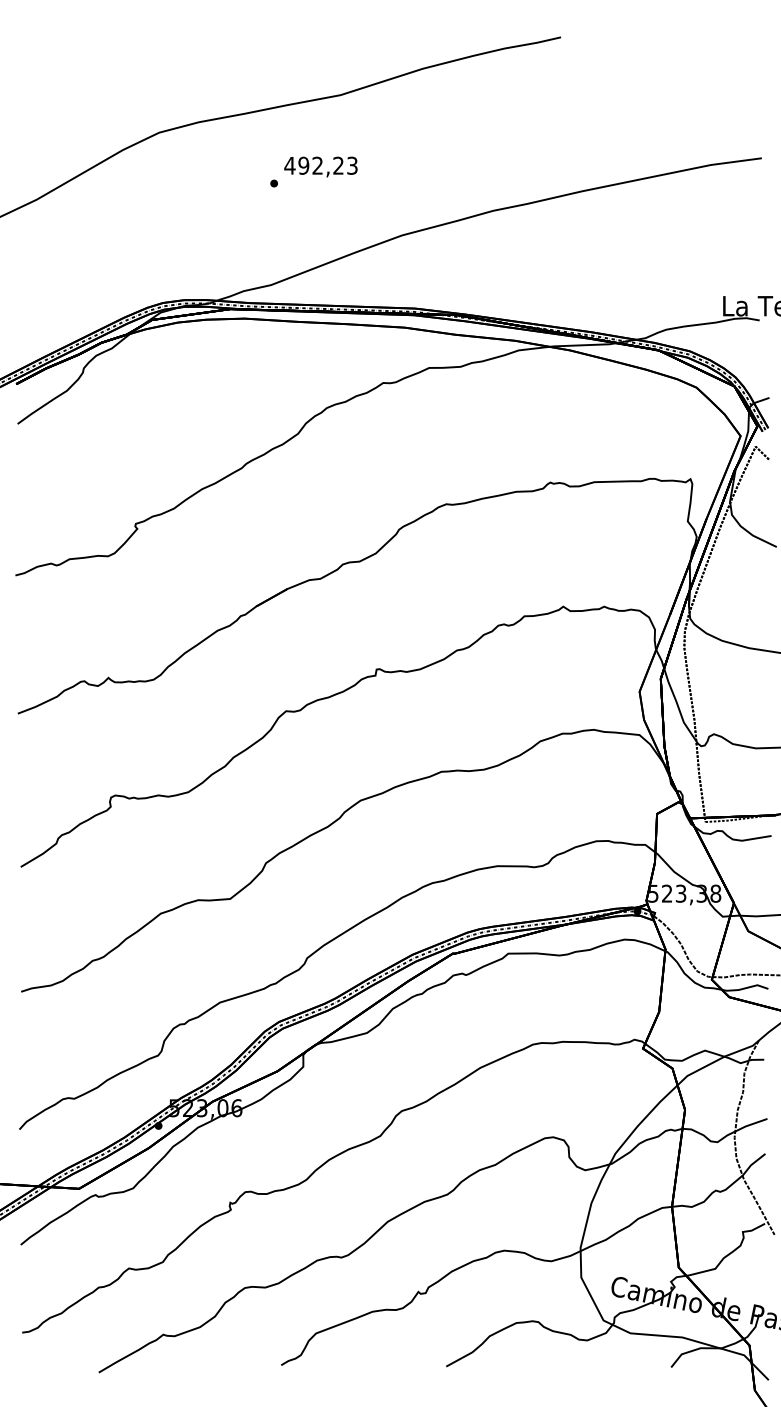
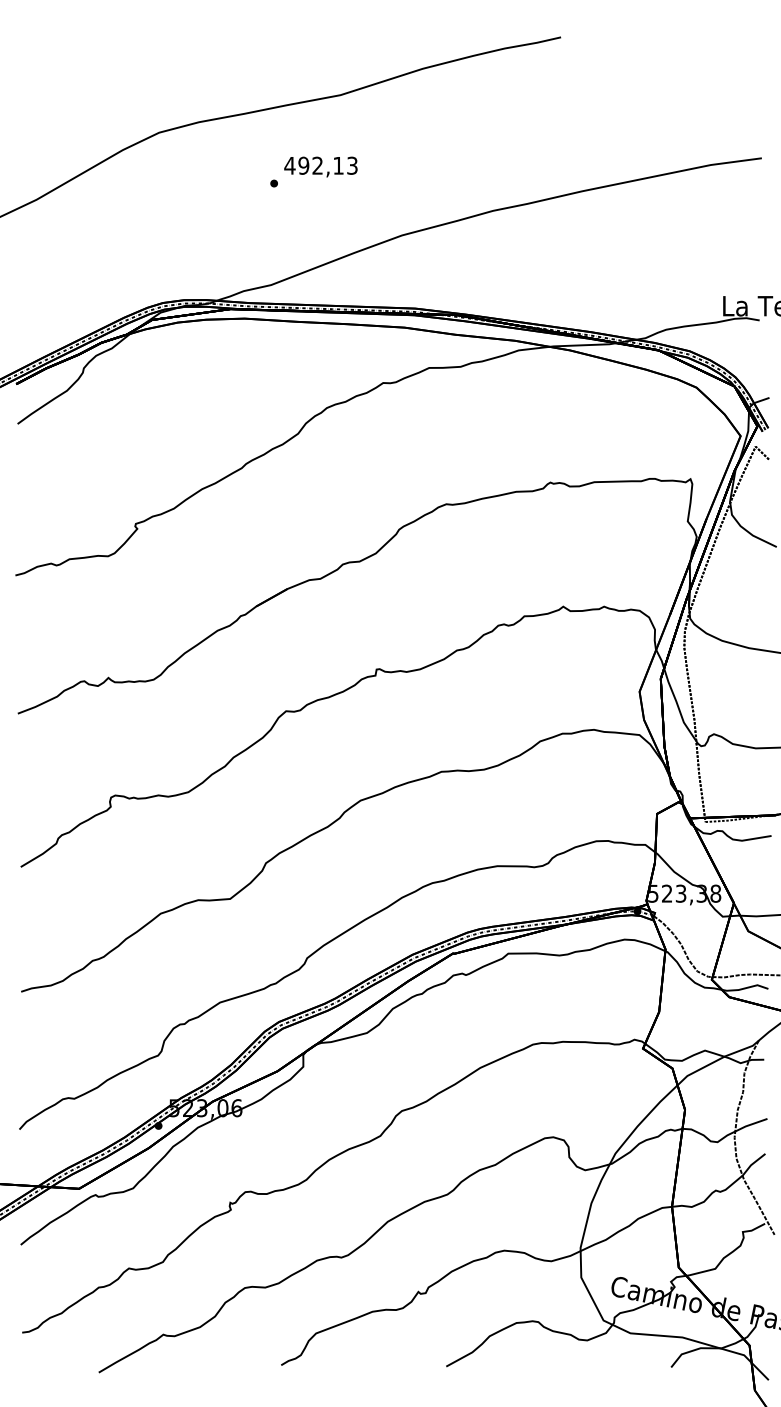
text at (338, 165): 492,23 -> 492,13
